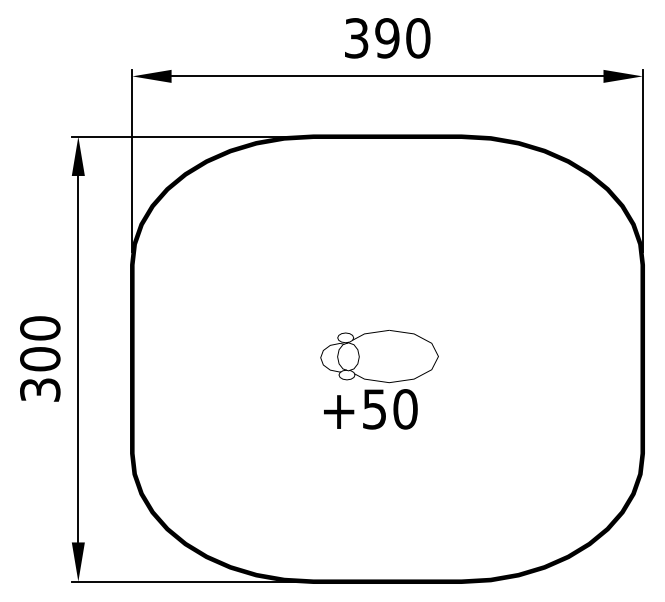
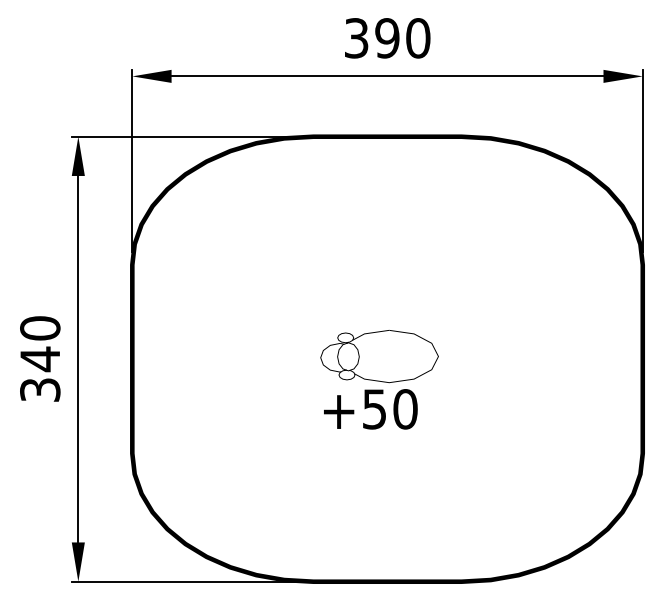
text at (40, 359): 300 -> 340
